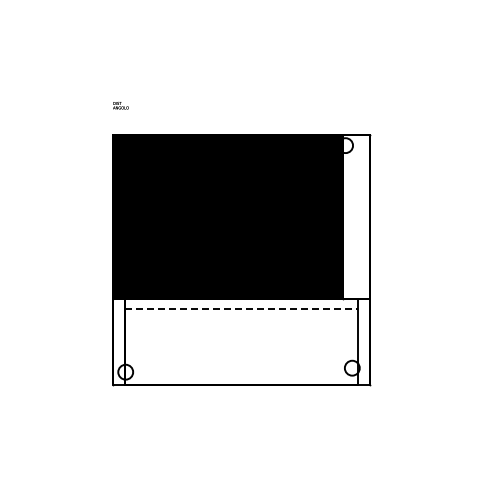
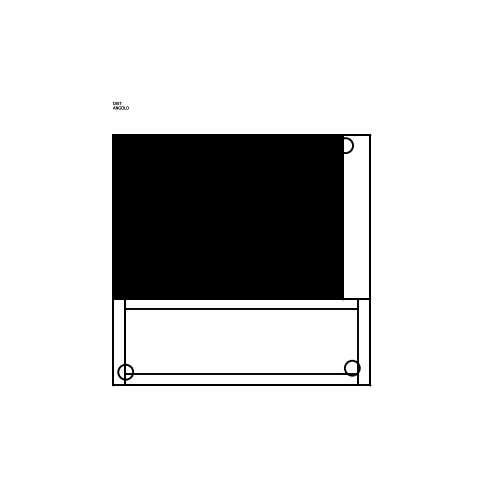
line at (241, 309): dashed -> solid
line at (241, 374): none -> present
